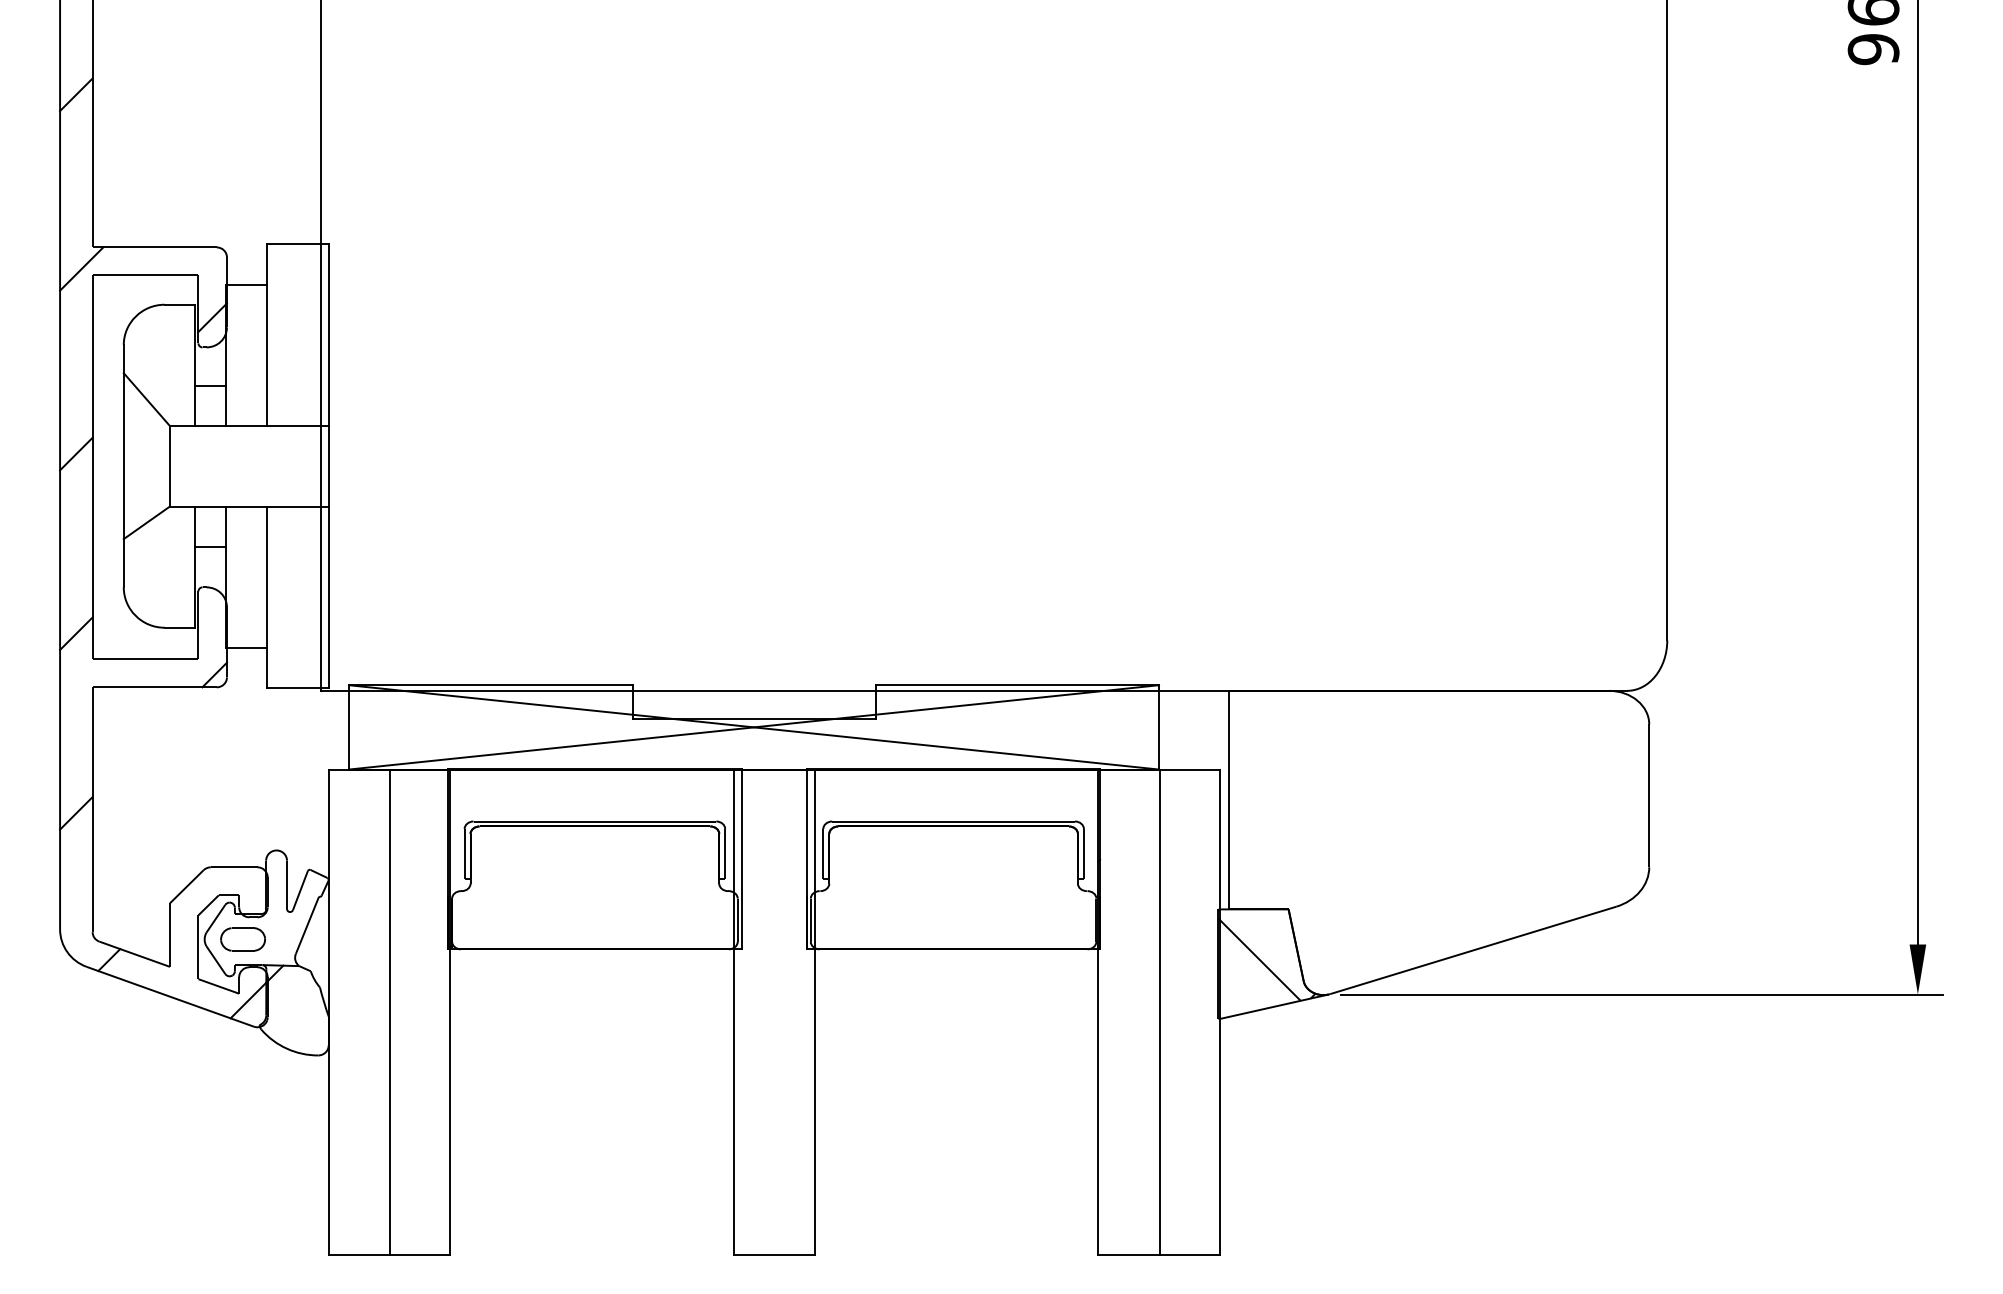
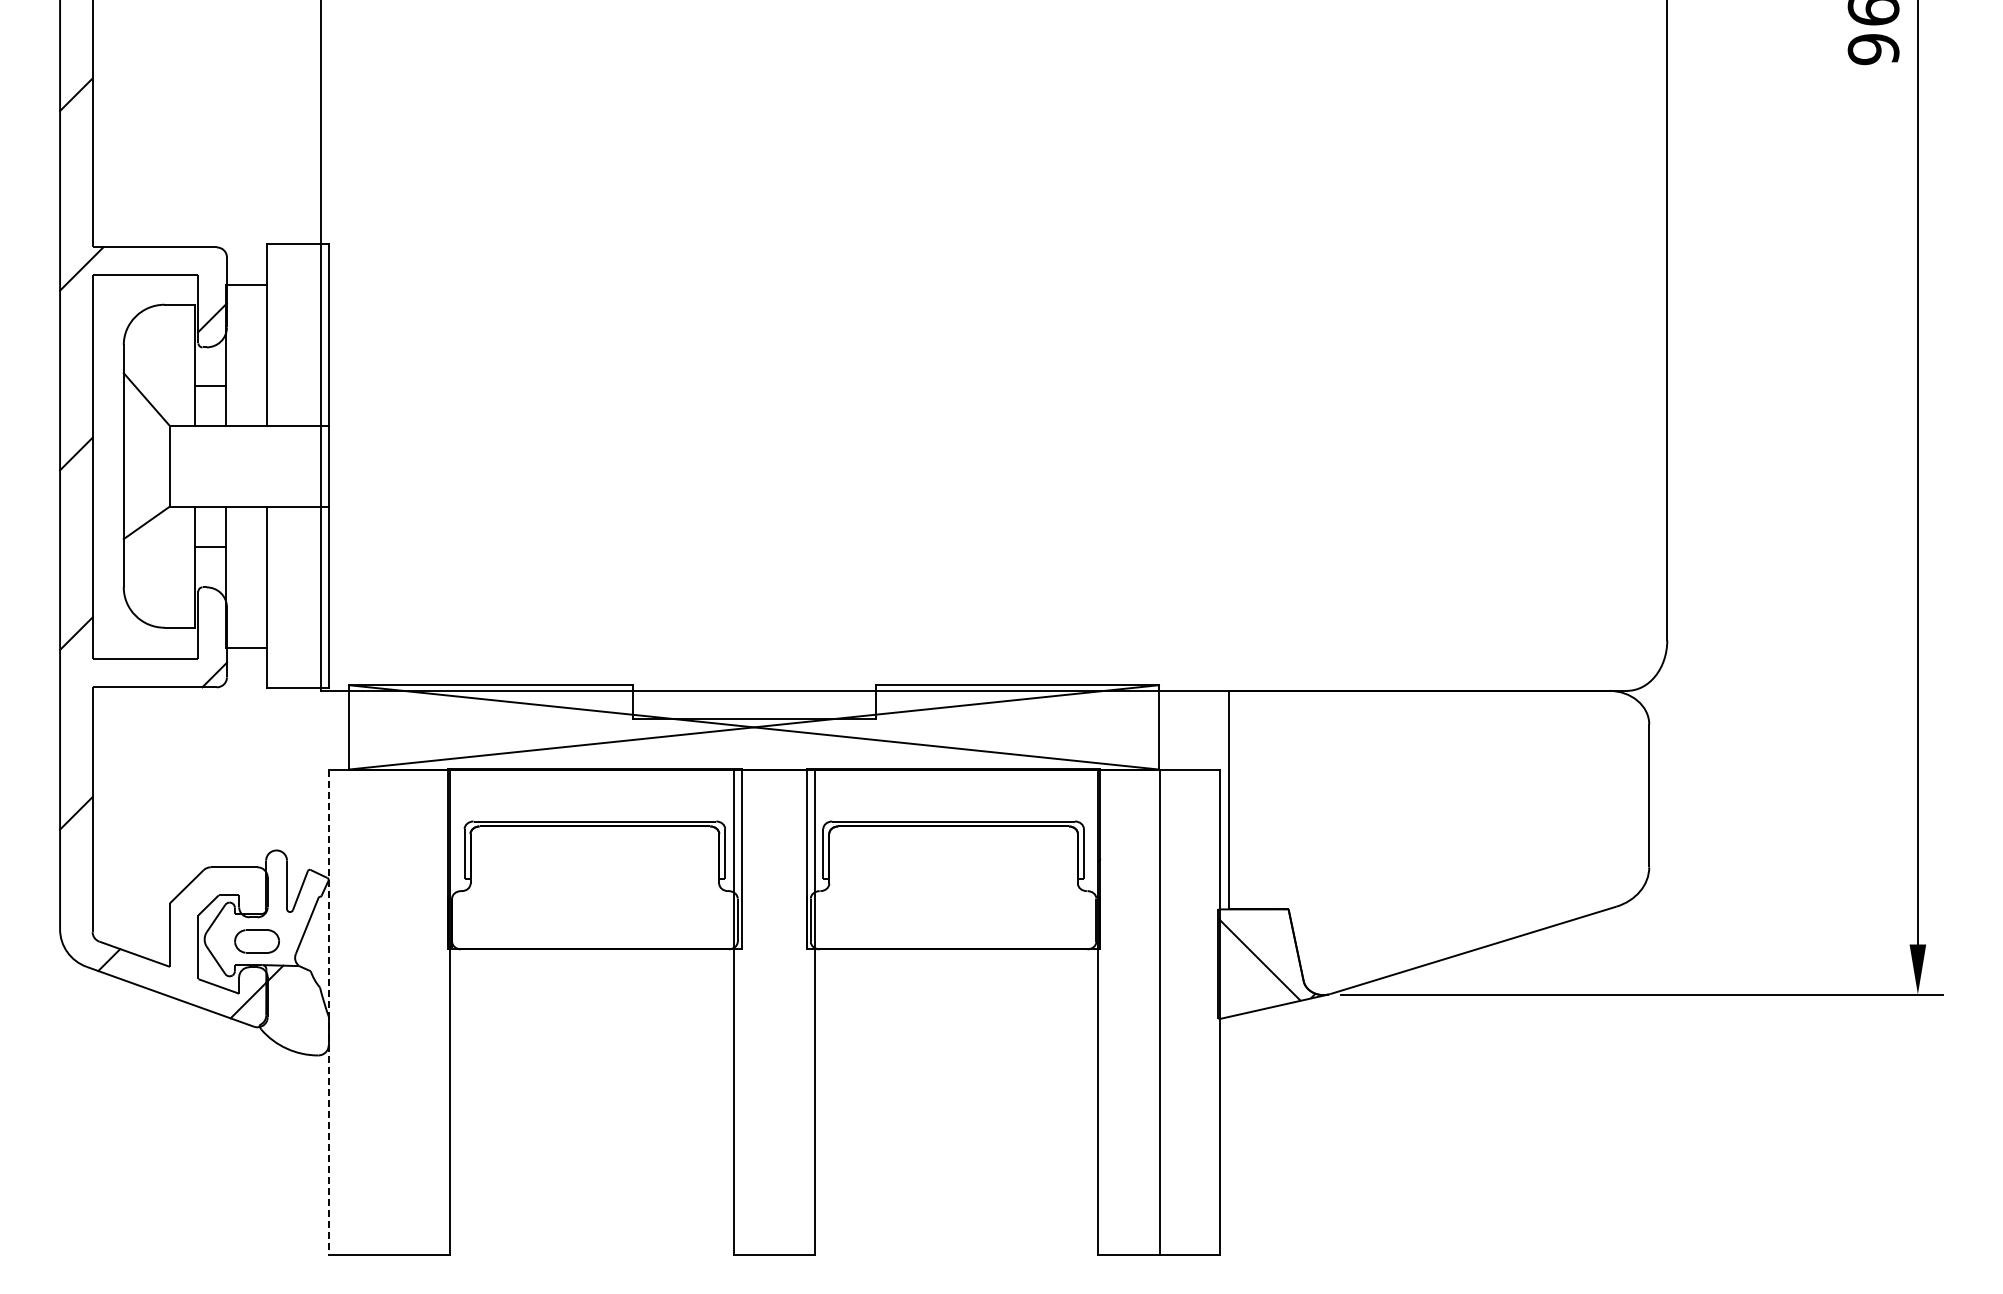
part at (242, 939) position: (242, 939) -> (256, 941)
line at (390, 1011): present -> none
line at (328, 1012): solid -> dashed
